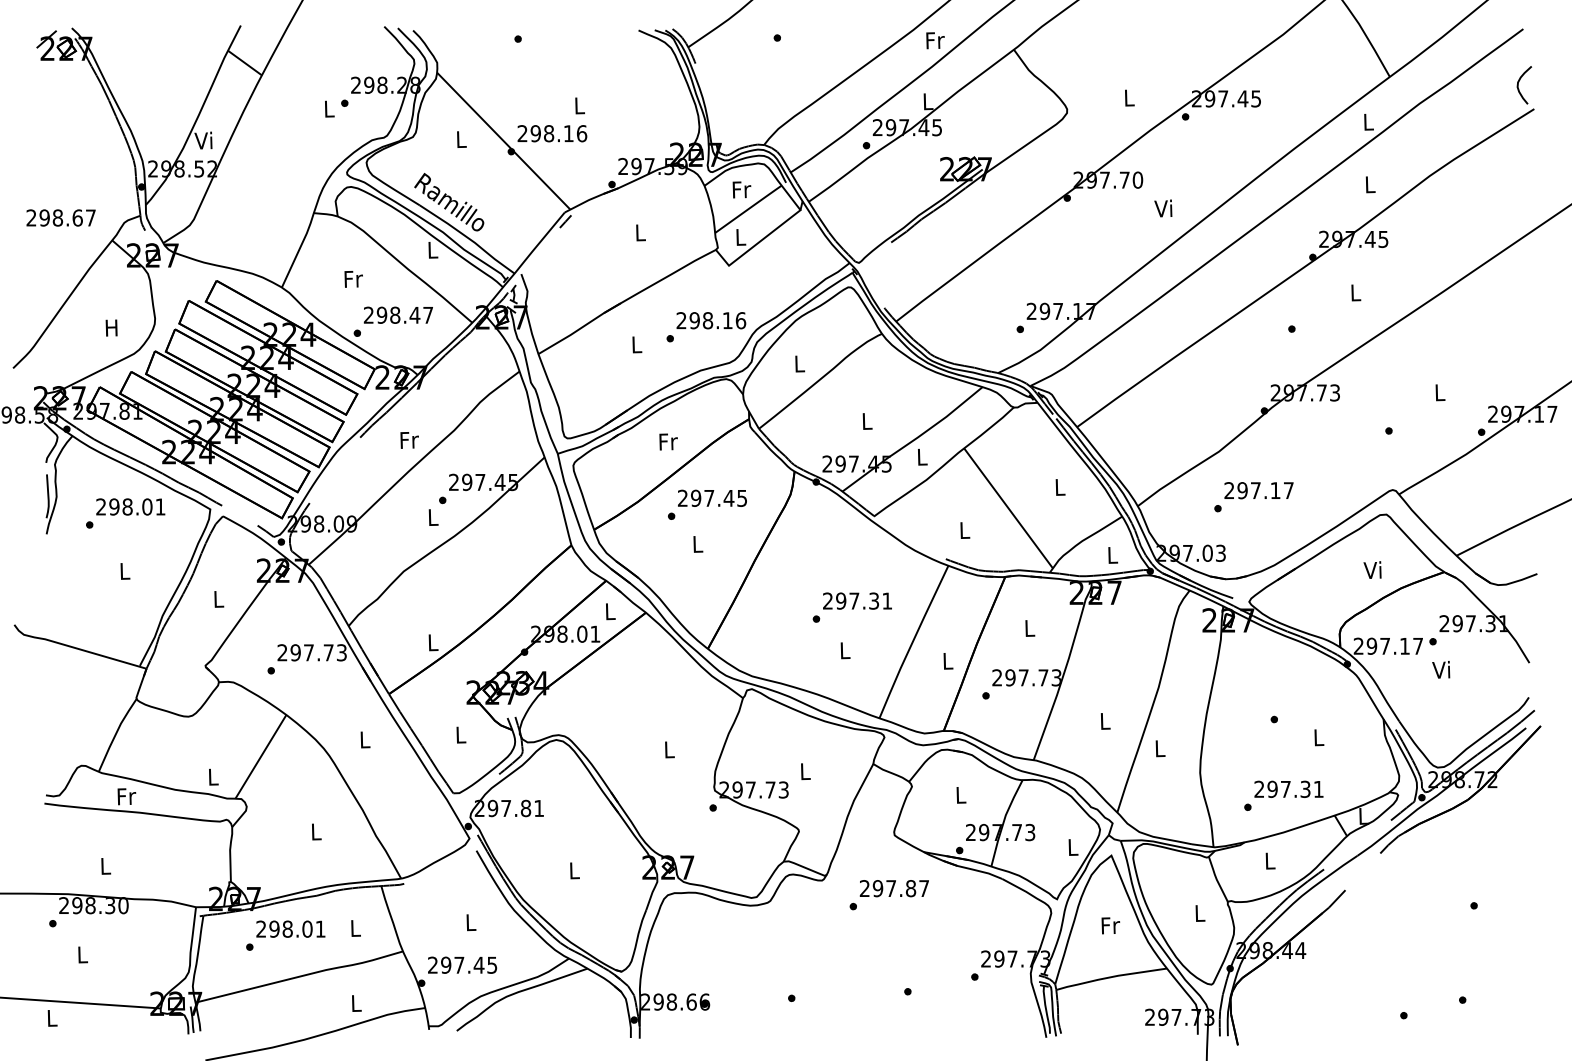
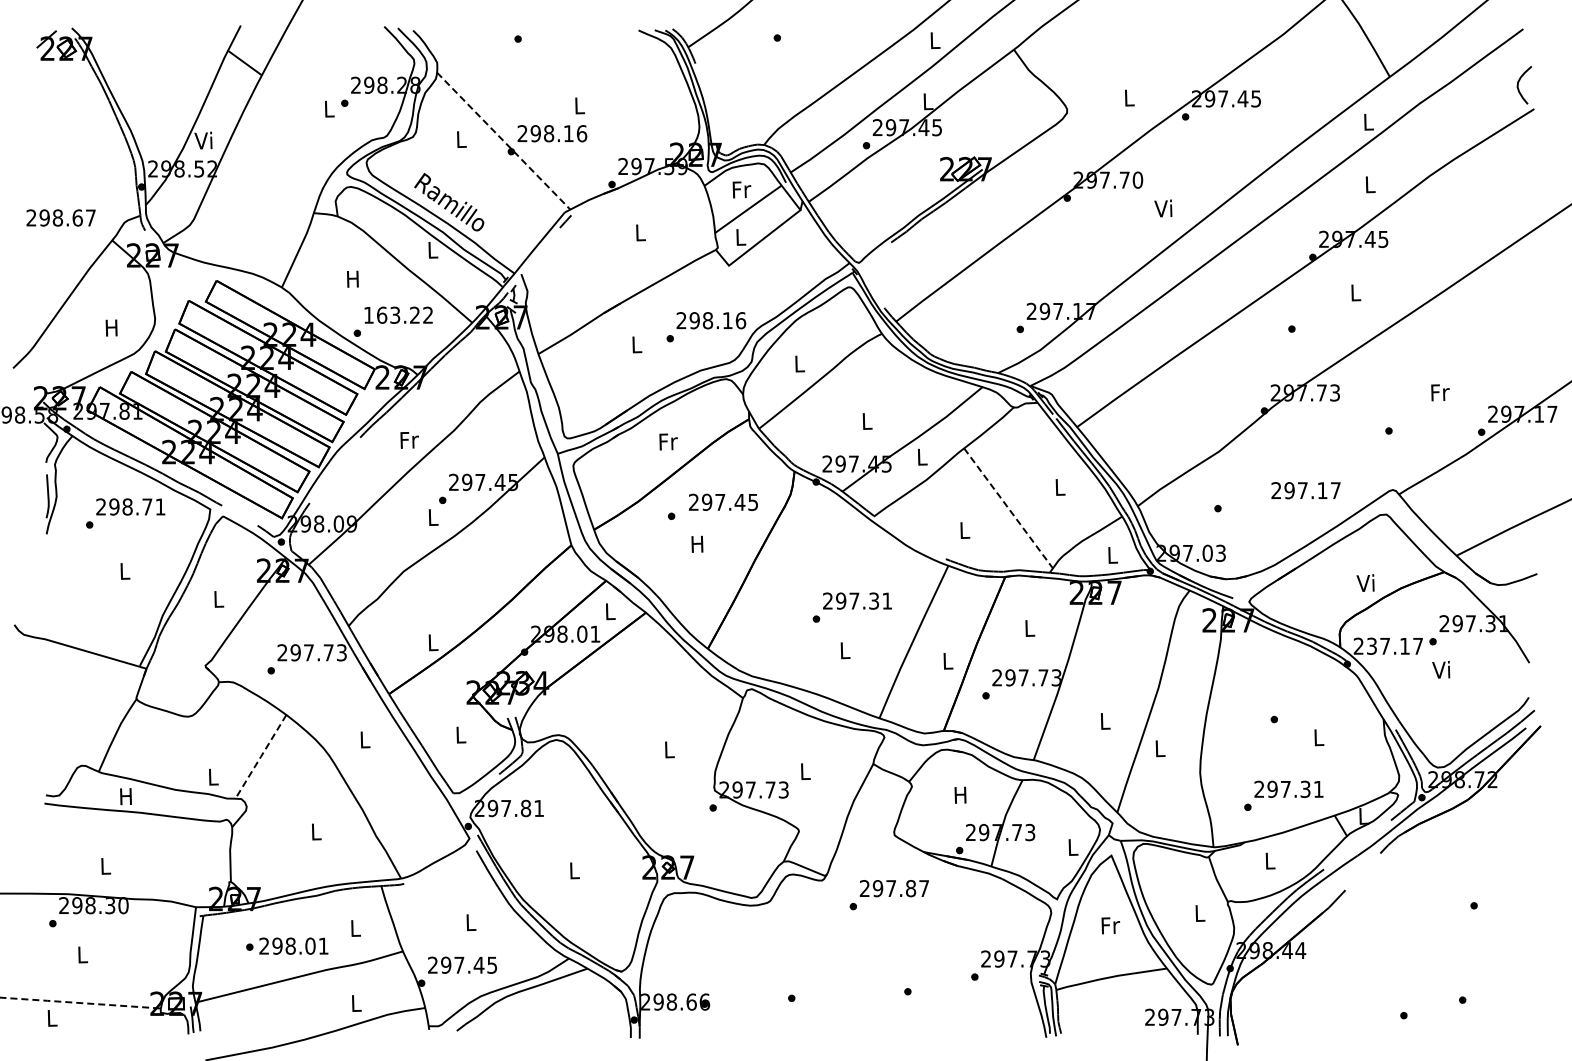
text at (935, 40): Fr -> L
line at (503, 141): solid -> dashed
text at (353, 278): Fr -> H
text at (397, 314): 298.47 -> 163.22
text at (1440, 392): L -> Fr
text at (1258, 490) position: (1258, 490) -> (1305, 490)
text at (712, 497) position: (712, 497) -> (723, 501)
text at (147, 506): 298.01 -> 298.71
line at (1008, 508): solid -> dashed
text at (697, 543): L -> H
text at (1372, 569) position: (1372, 569) -> (1365, 582)
text at (1371, 645): 297.17 -> 237.17
line at (260, 756): solid -> dashed
text at (960, 794): L -> H
text at (126, 796): Fr -> H
text at (290, 928) position: (290, 928) -> (293, 945)
line at (80, 1003): solid -> dashed
